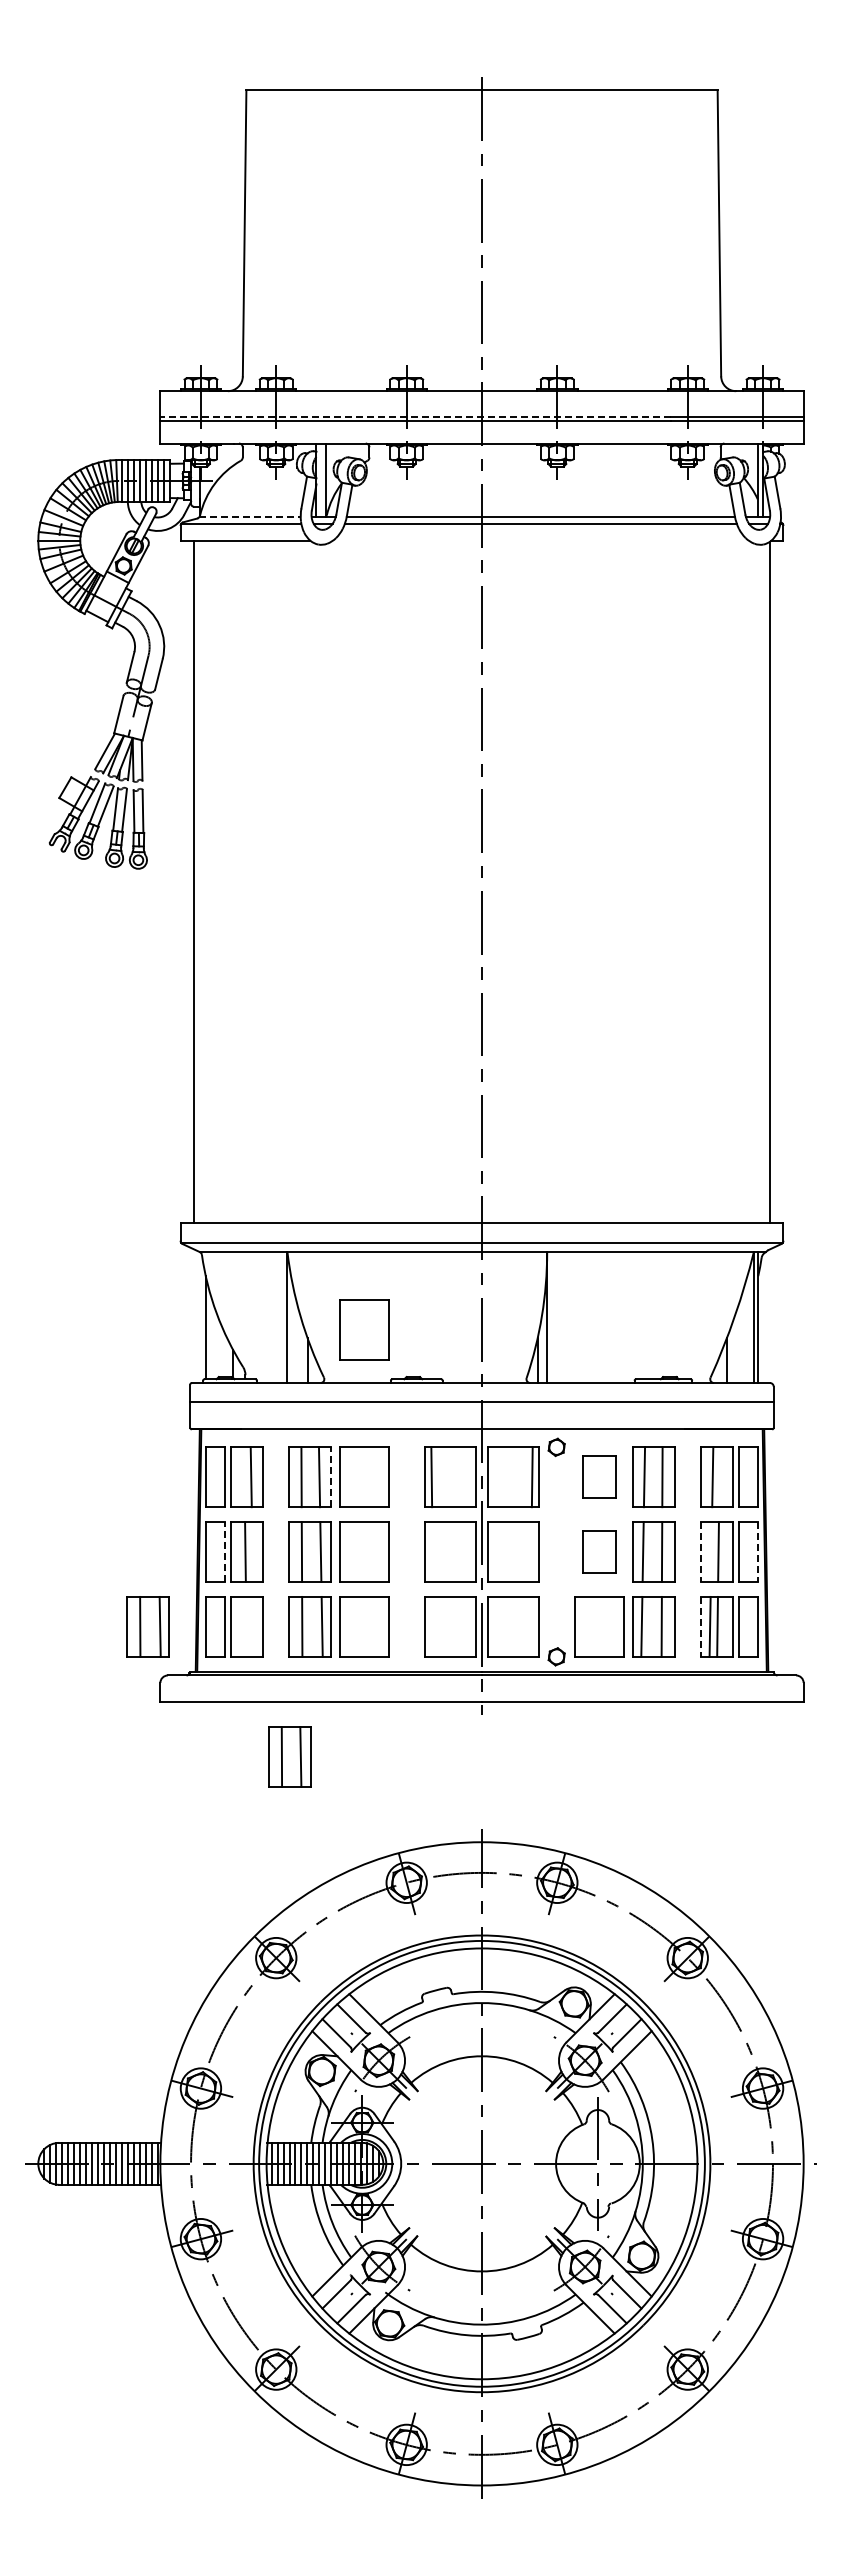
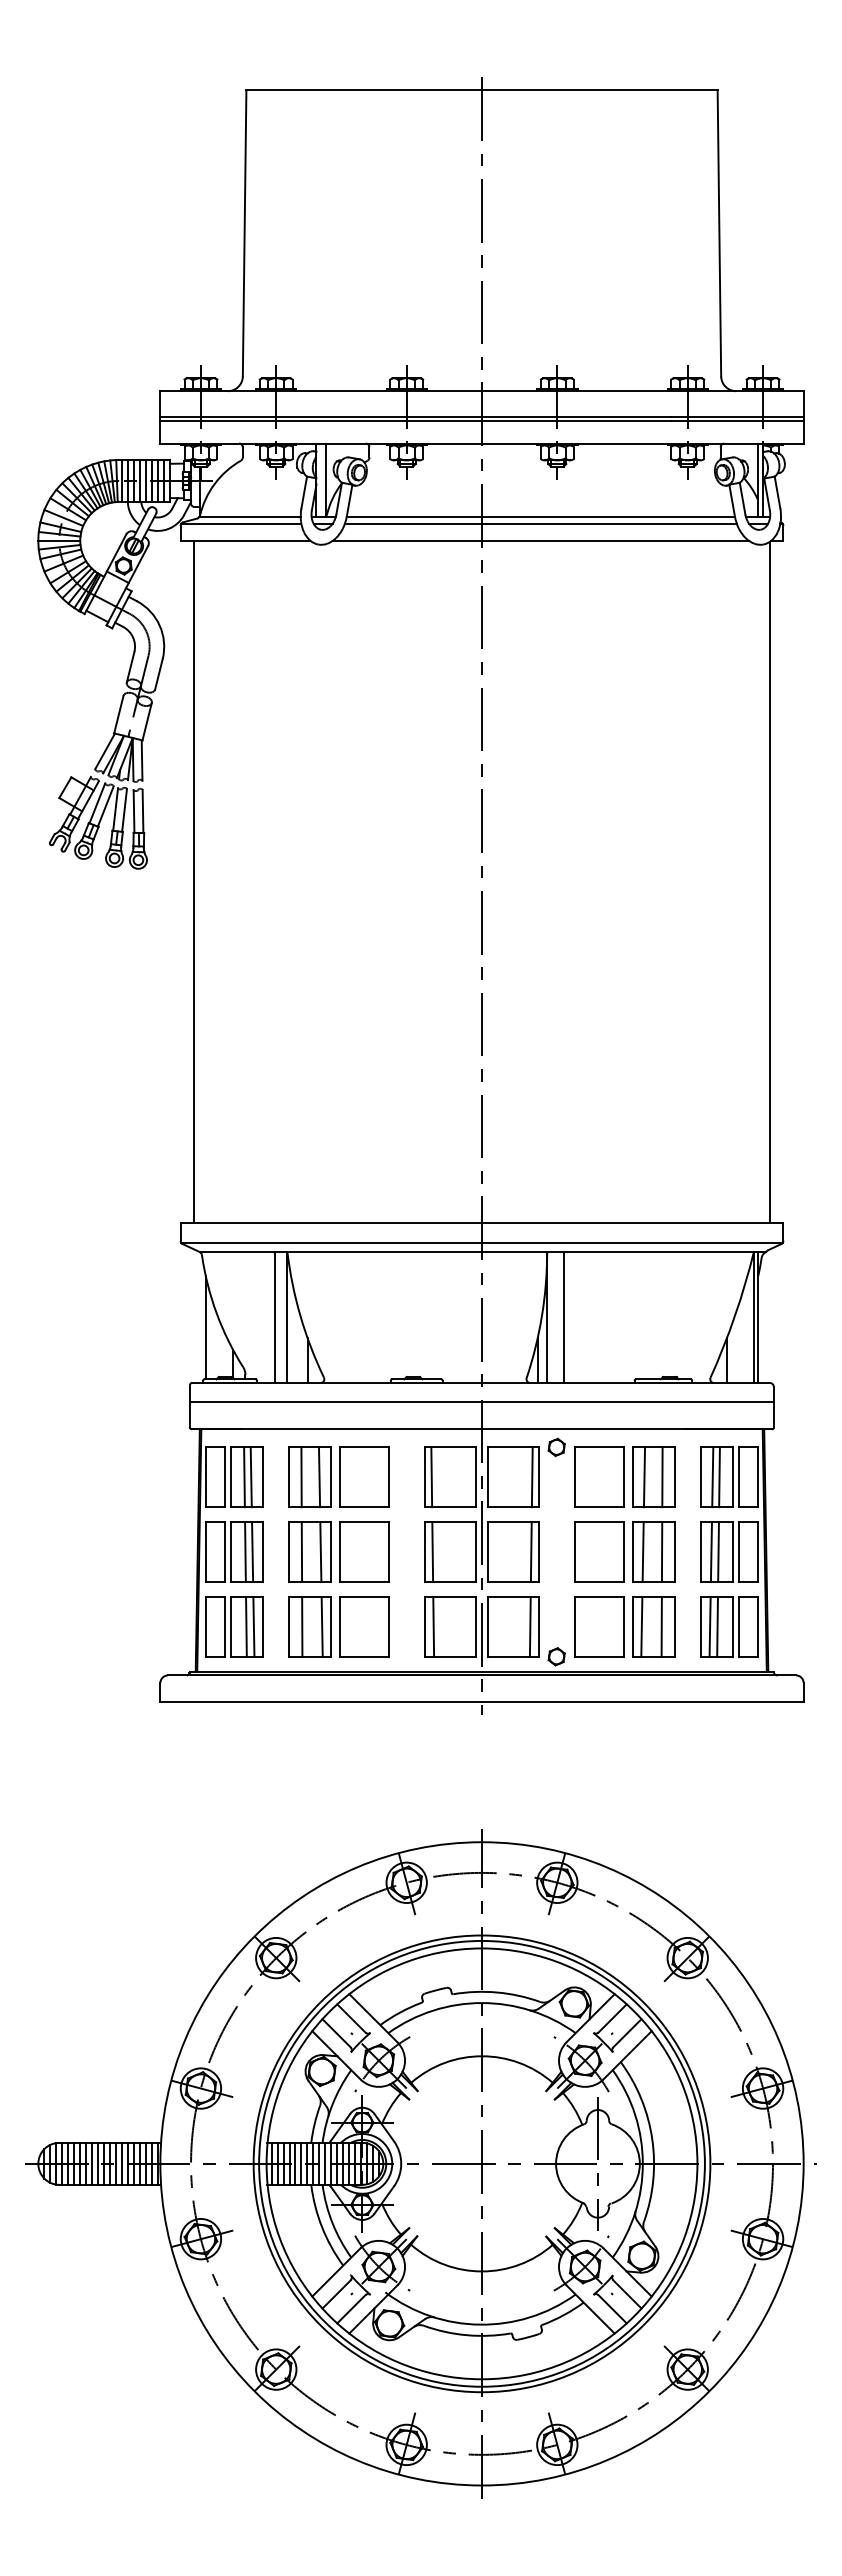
line at (415, 416): dashed -> solid
line at (249, 517): dashed -> solid
line at (540, 540): none -> present
line at (275, 1317): none -> present
line at (563, 1317): none -> present
part at (364, 1329): present -> none
part at (599, 1476) size: 35x44 px -> 51x62 px
line at (244, 1477): none -> present
line at (330, 1477): dashed -> solid
line at (719, 1477): none -> present
line at (252, 1551): none -> present
line at (432, 1551): none -> present
line at (530, 1551): none -> present
part at (599, 1551) size: 35x44 px -> 51x62 px
line at (710, 1551): none -> present
line at (225, 1552): dashed -> solid
line at (701, 1552): dashed -> solid
line at (758, 1552): dashed -> solid
part at (147, 1626): present -> none
line at (246, 1626): none -> present
line at (253, 1626): none -> present
line at (433, 1626): none -> present
line at (529, 1626): none -> present
line at (701, 1626): dashed -> solid
part at (289, 1756): present -> none
